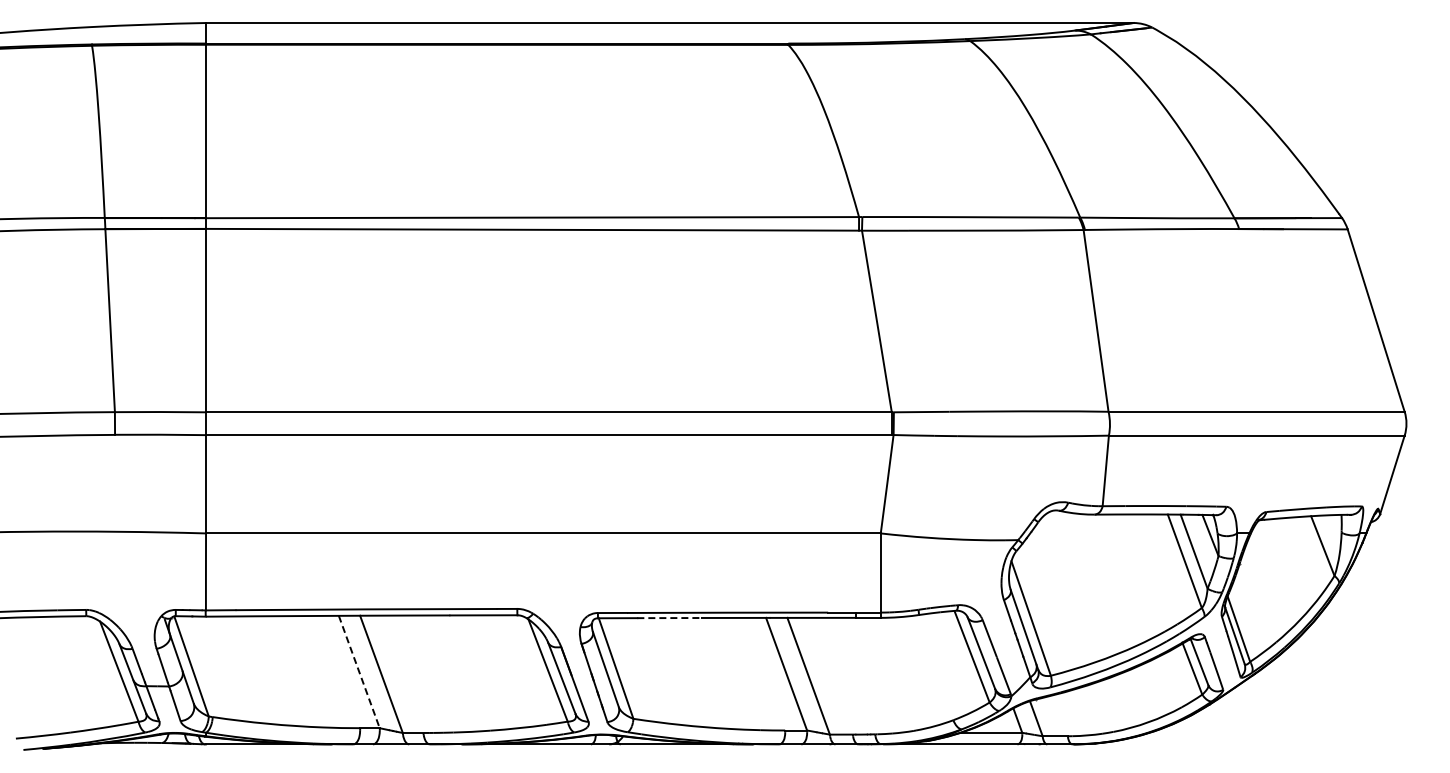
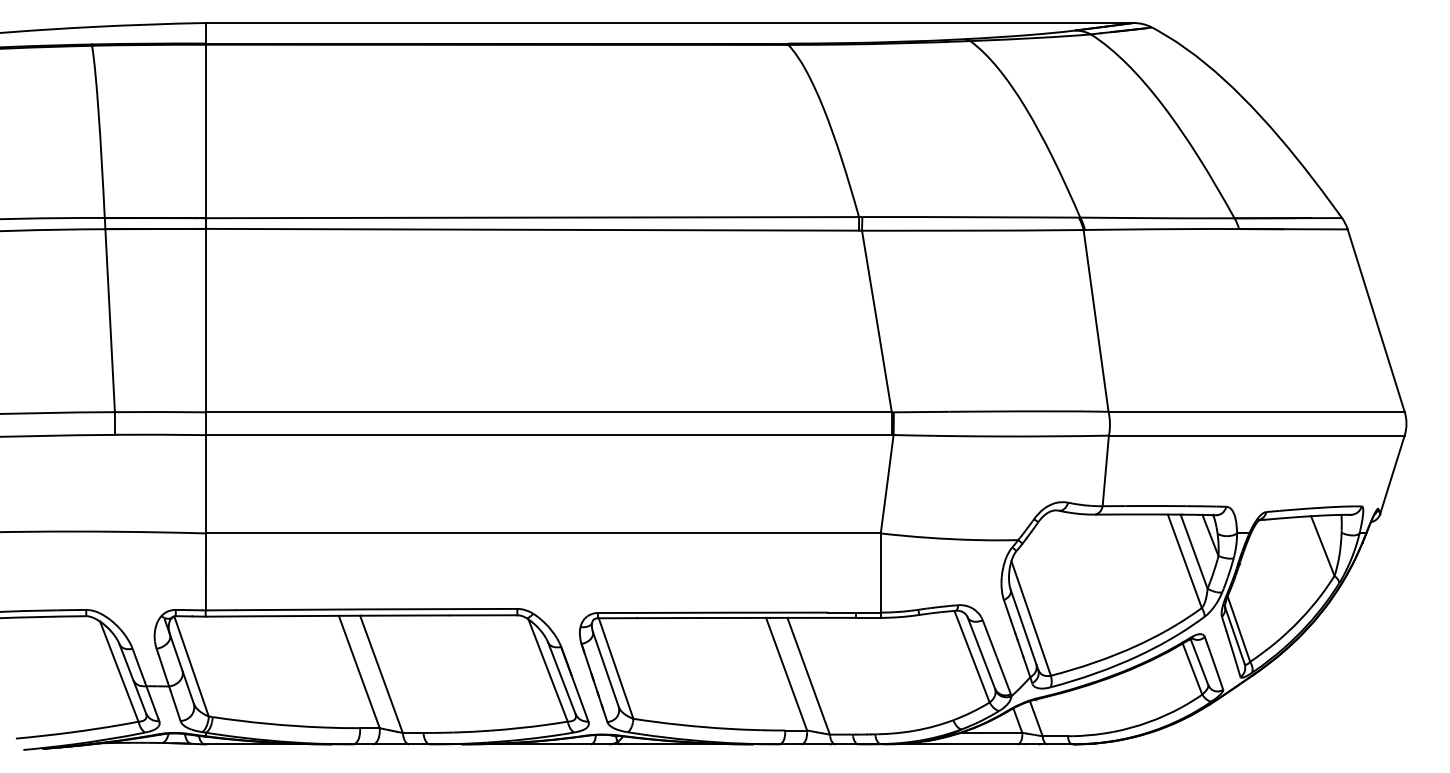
line at (670, 618): dashed -> solid
line at (359, 672): dashed -> solid
